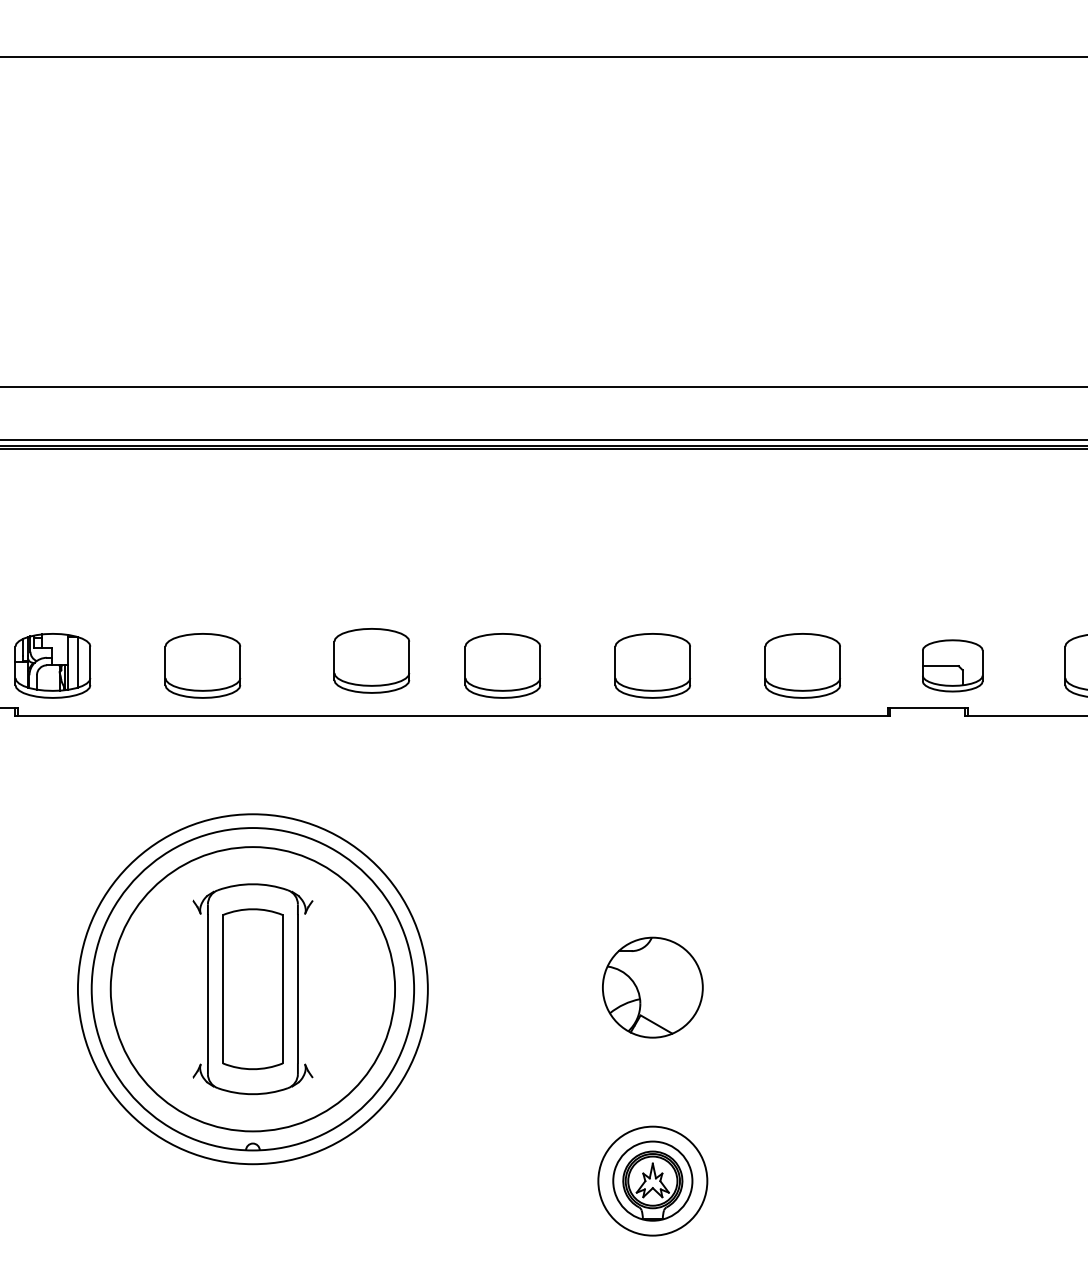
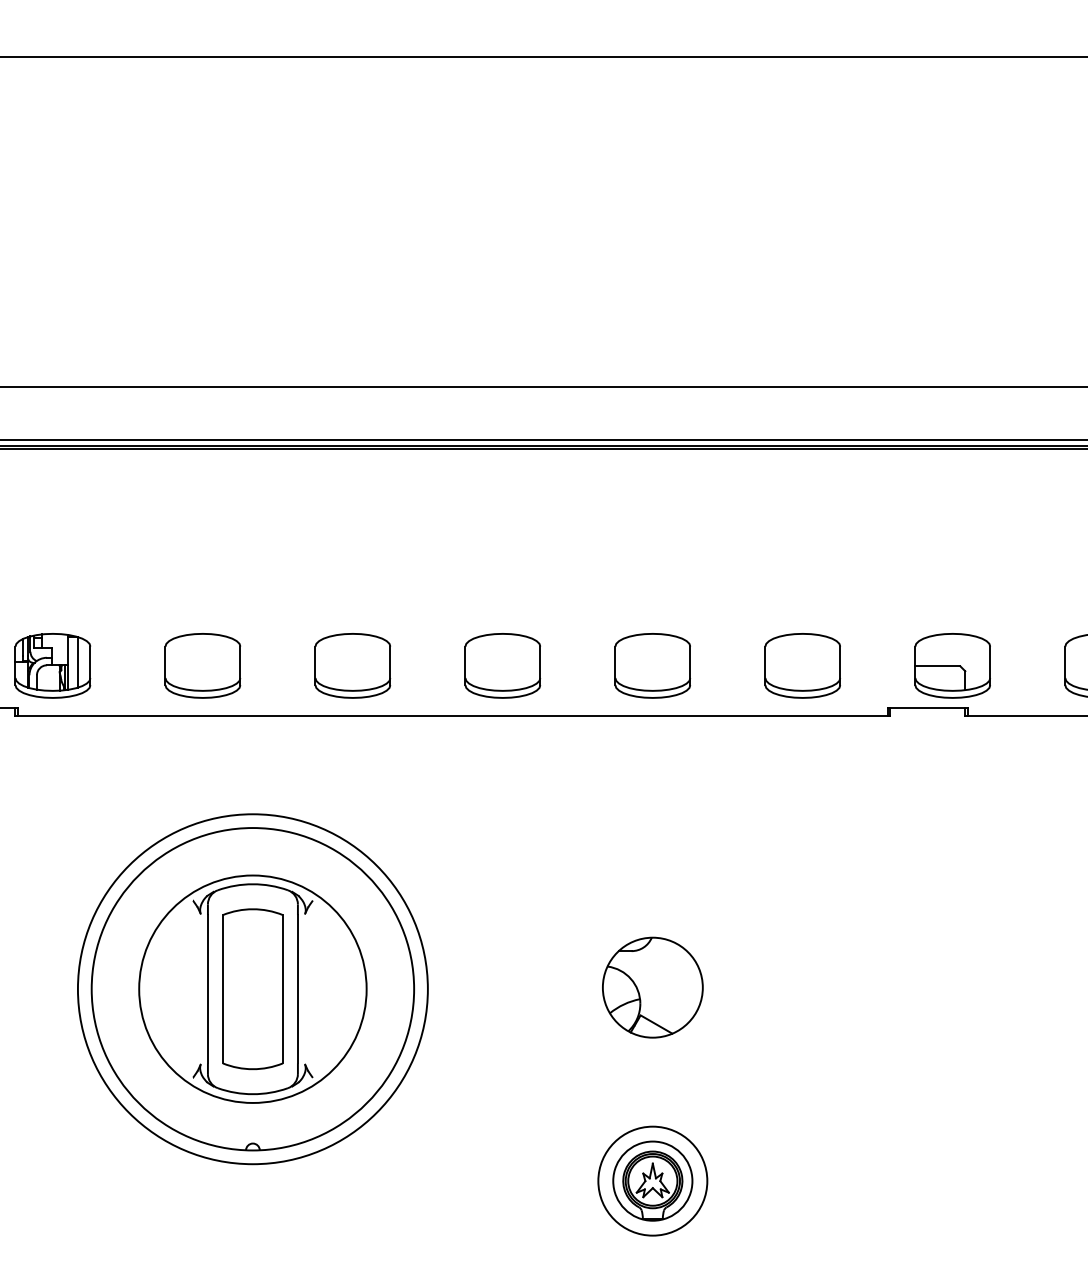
part at (371, 660) position: (371, 660) -> (352, 665)
part at (952, 665) size: 62x54 px -> 77x66 px
circle at (252, 989) diameter: 284 px -> 227 px
